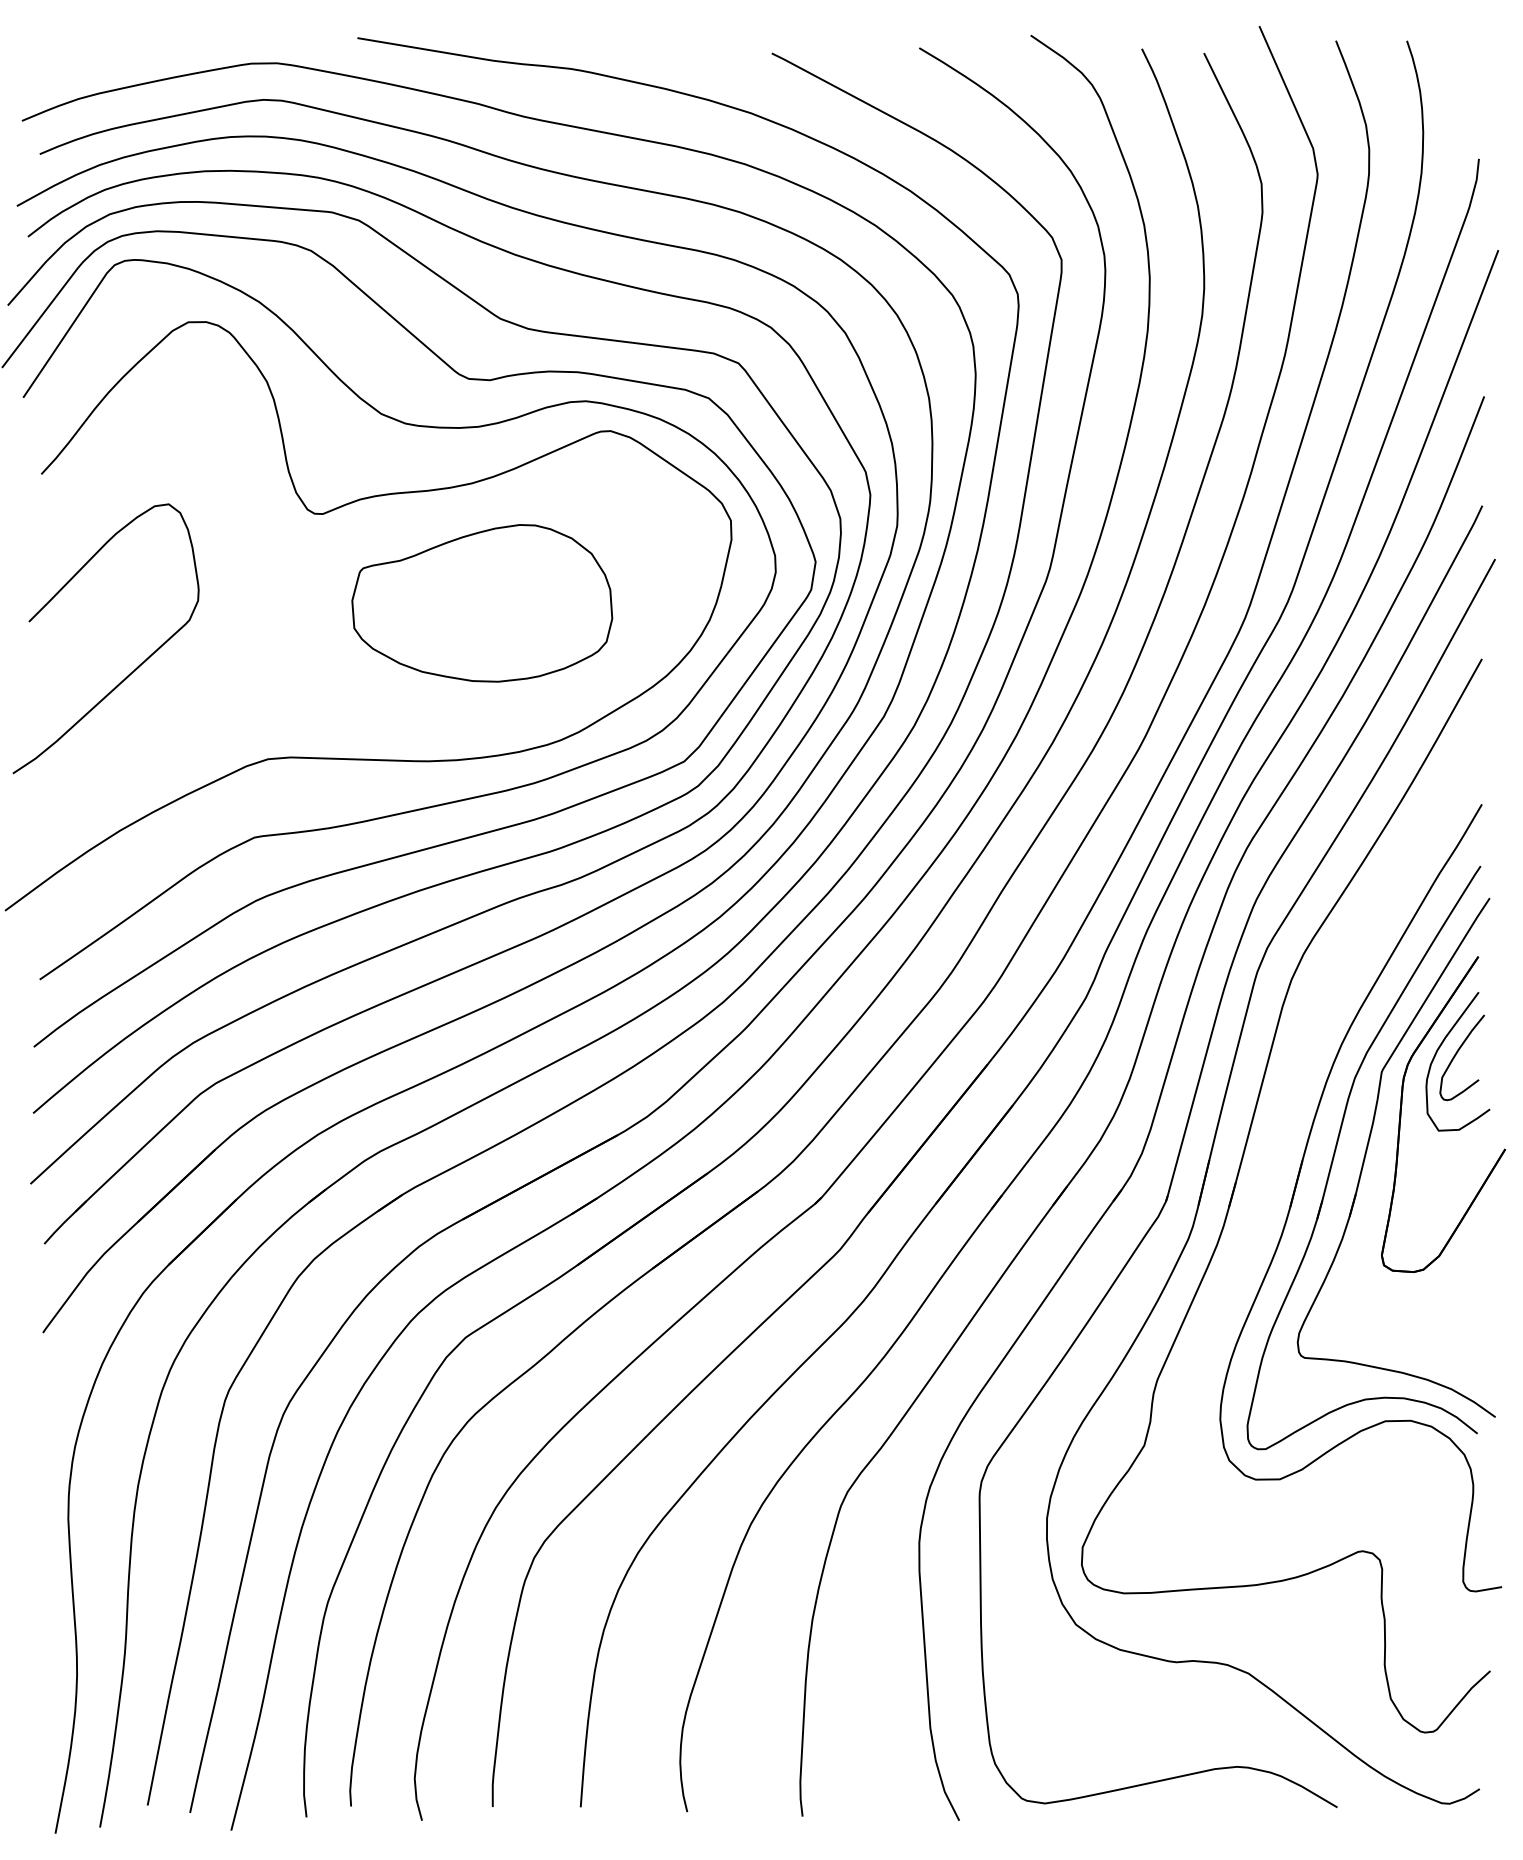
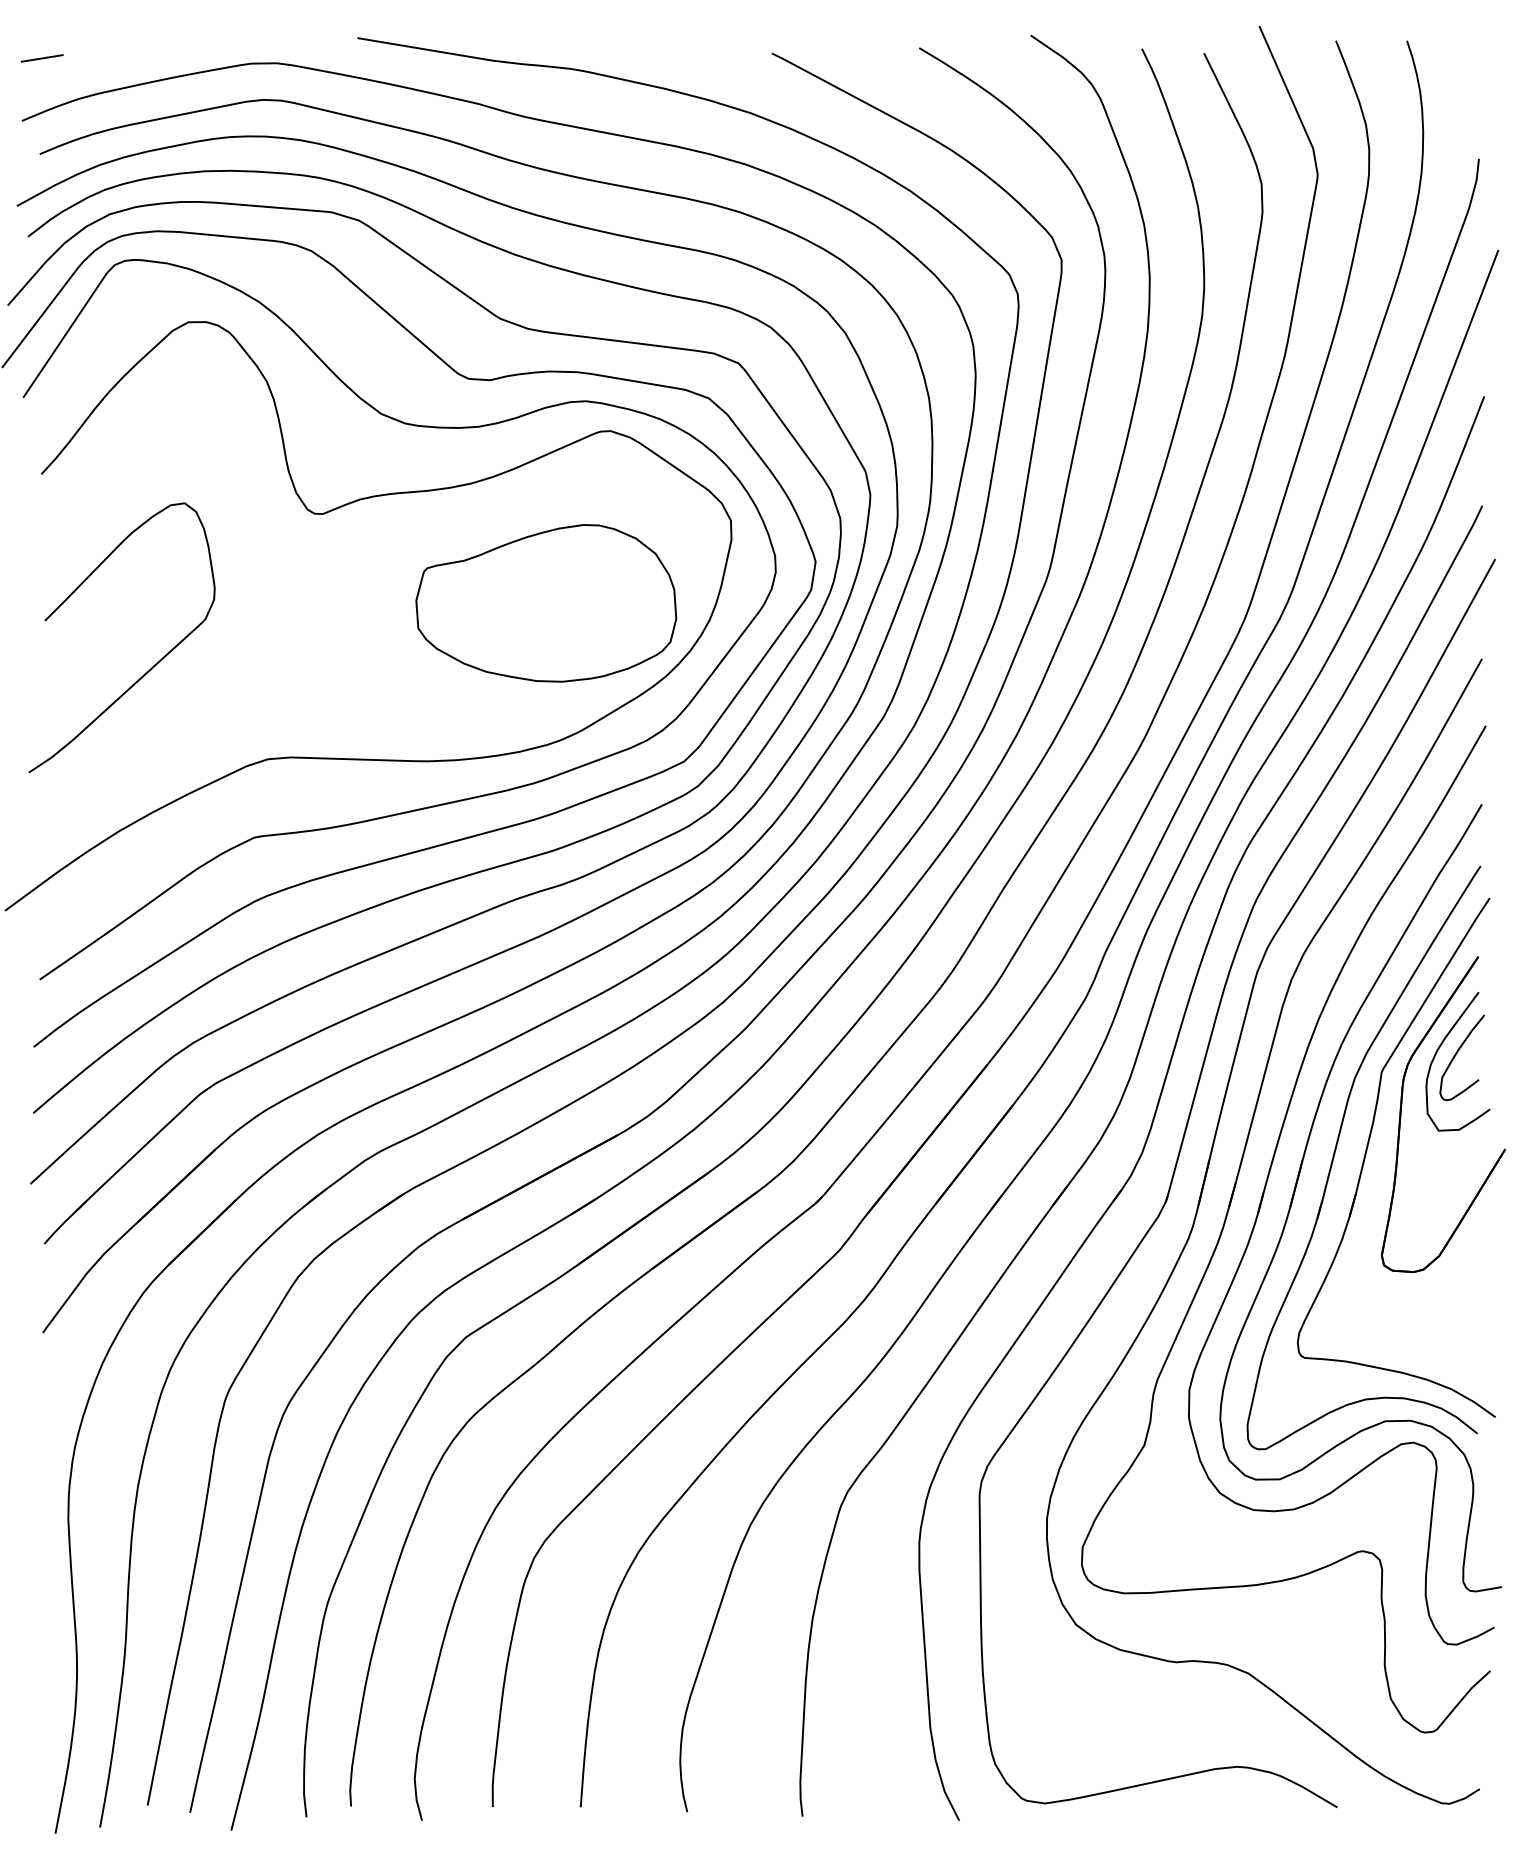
line at (41, 58): none -> present
part at (482, 603) position: (482, 603) -> (546, 603)
curve at (135, 668) position: (135, 668) -> (151, 667)
part at (1272, 1165): none -> present
